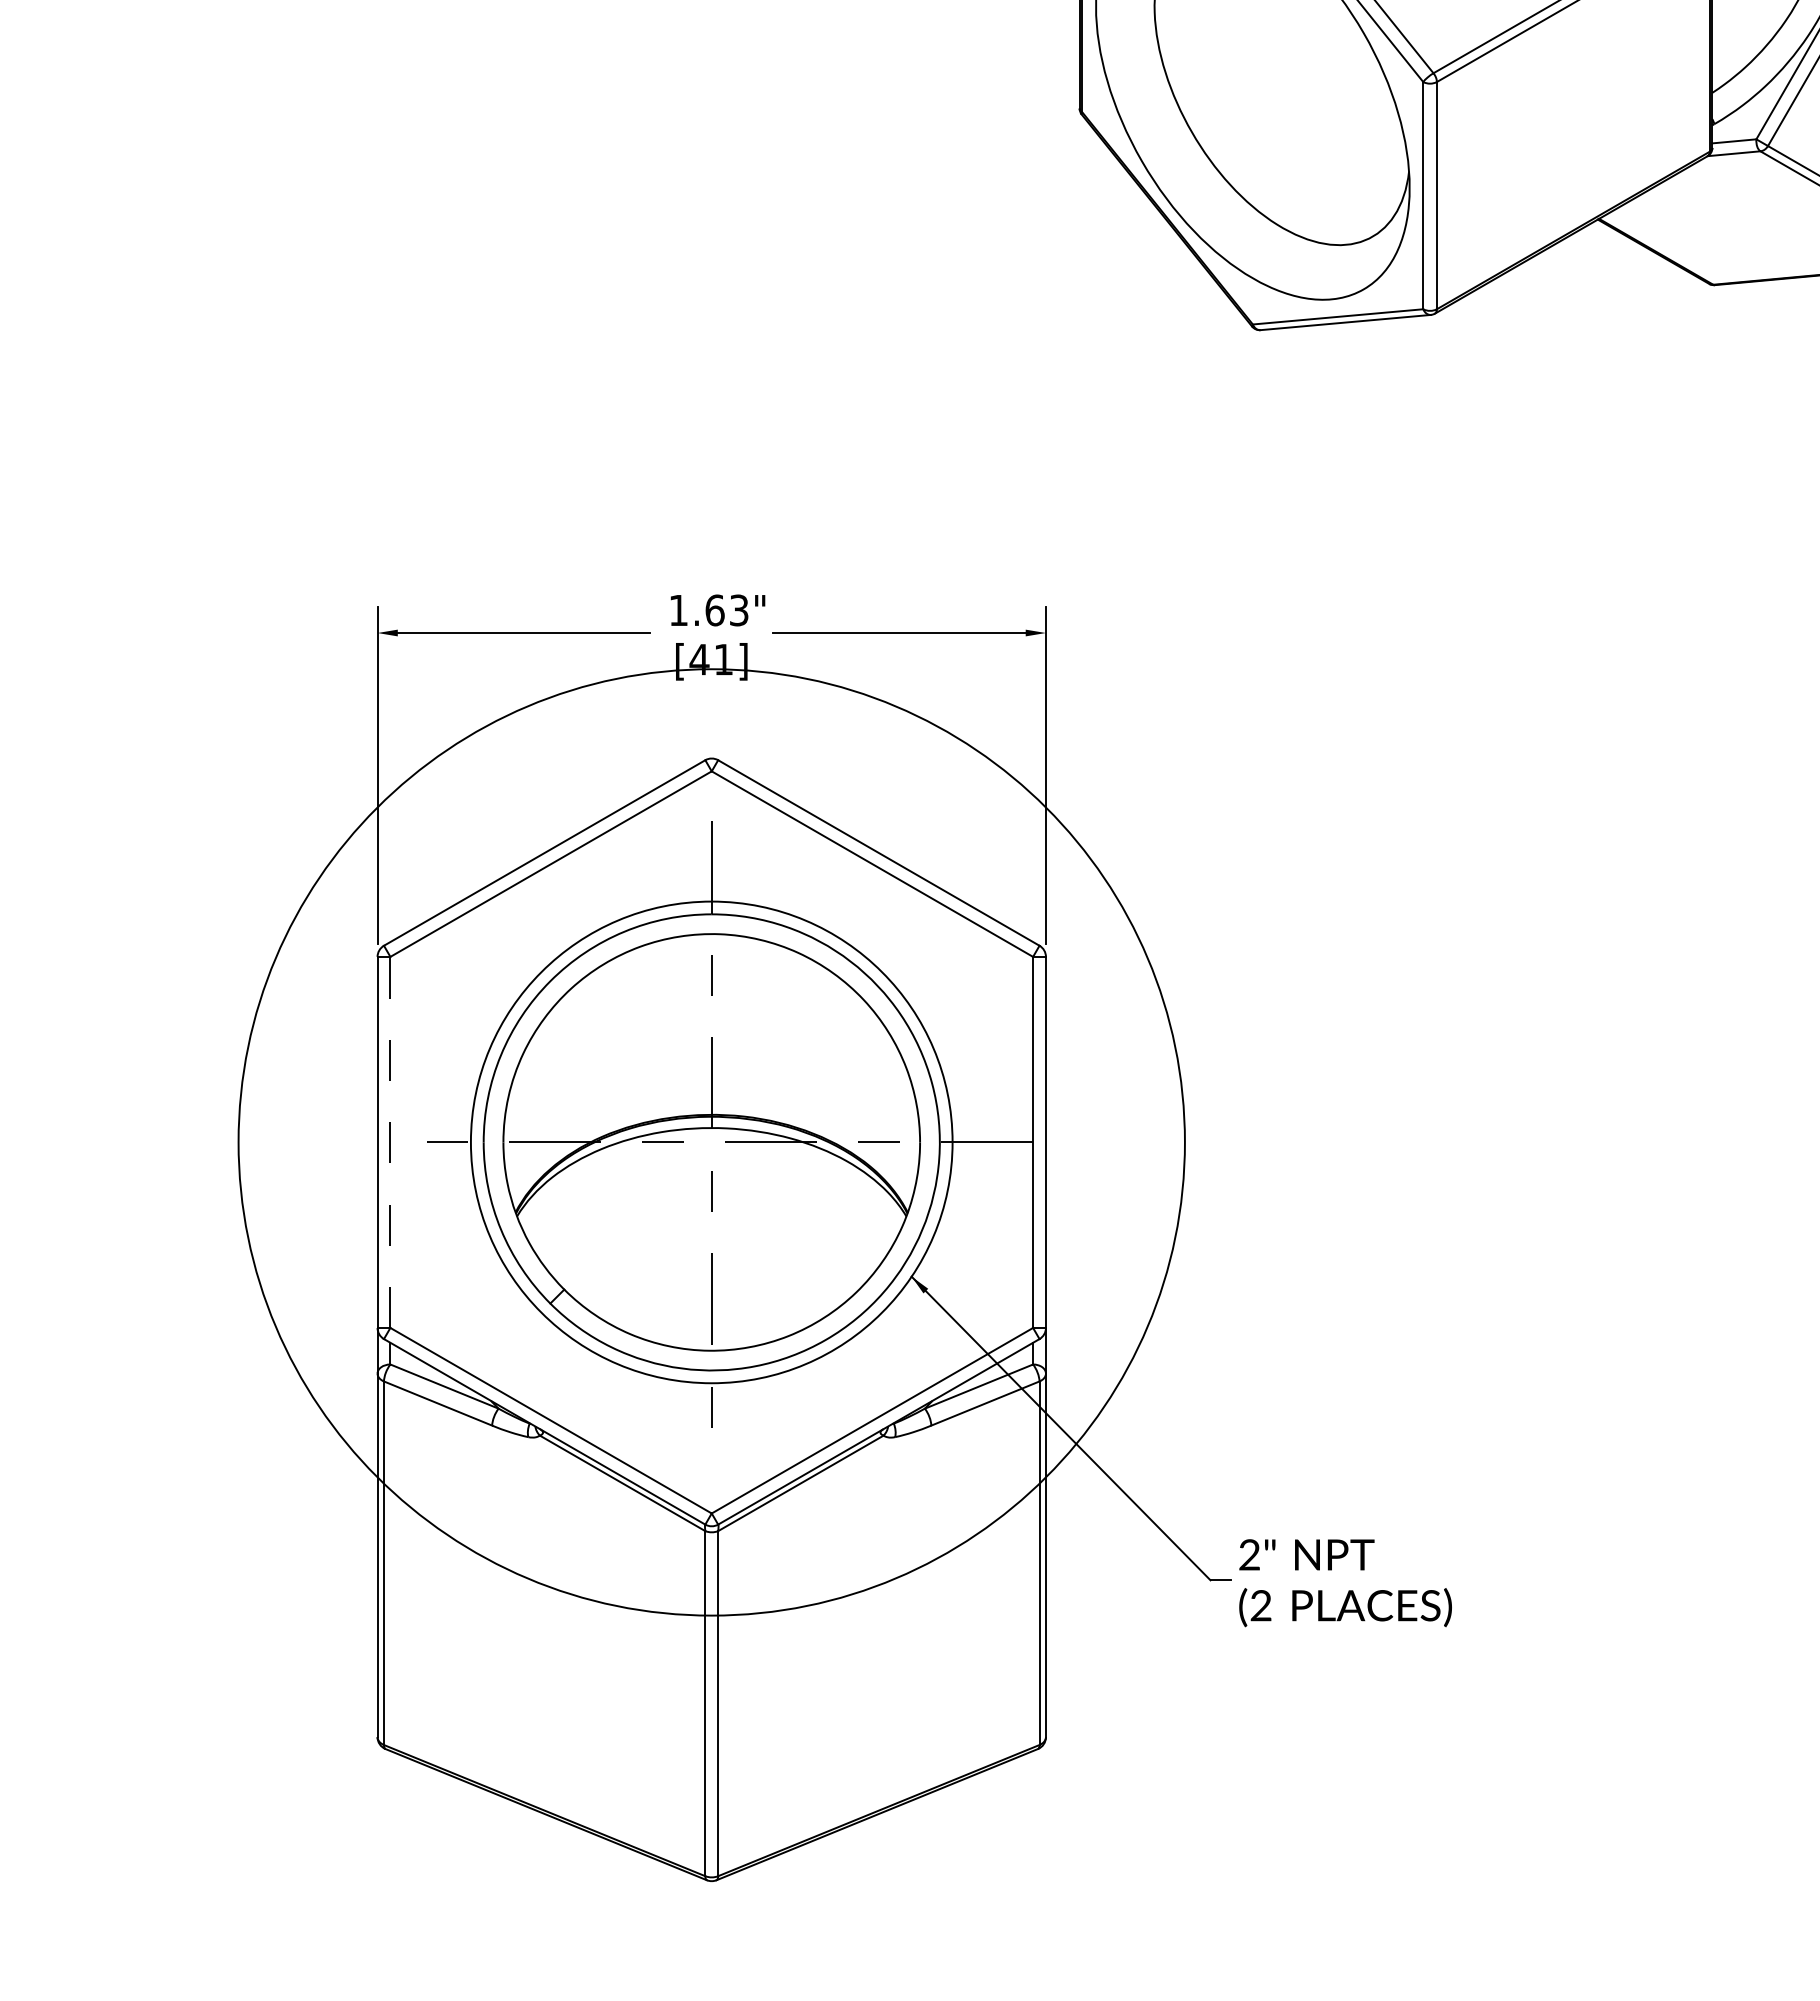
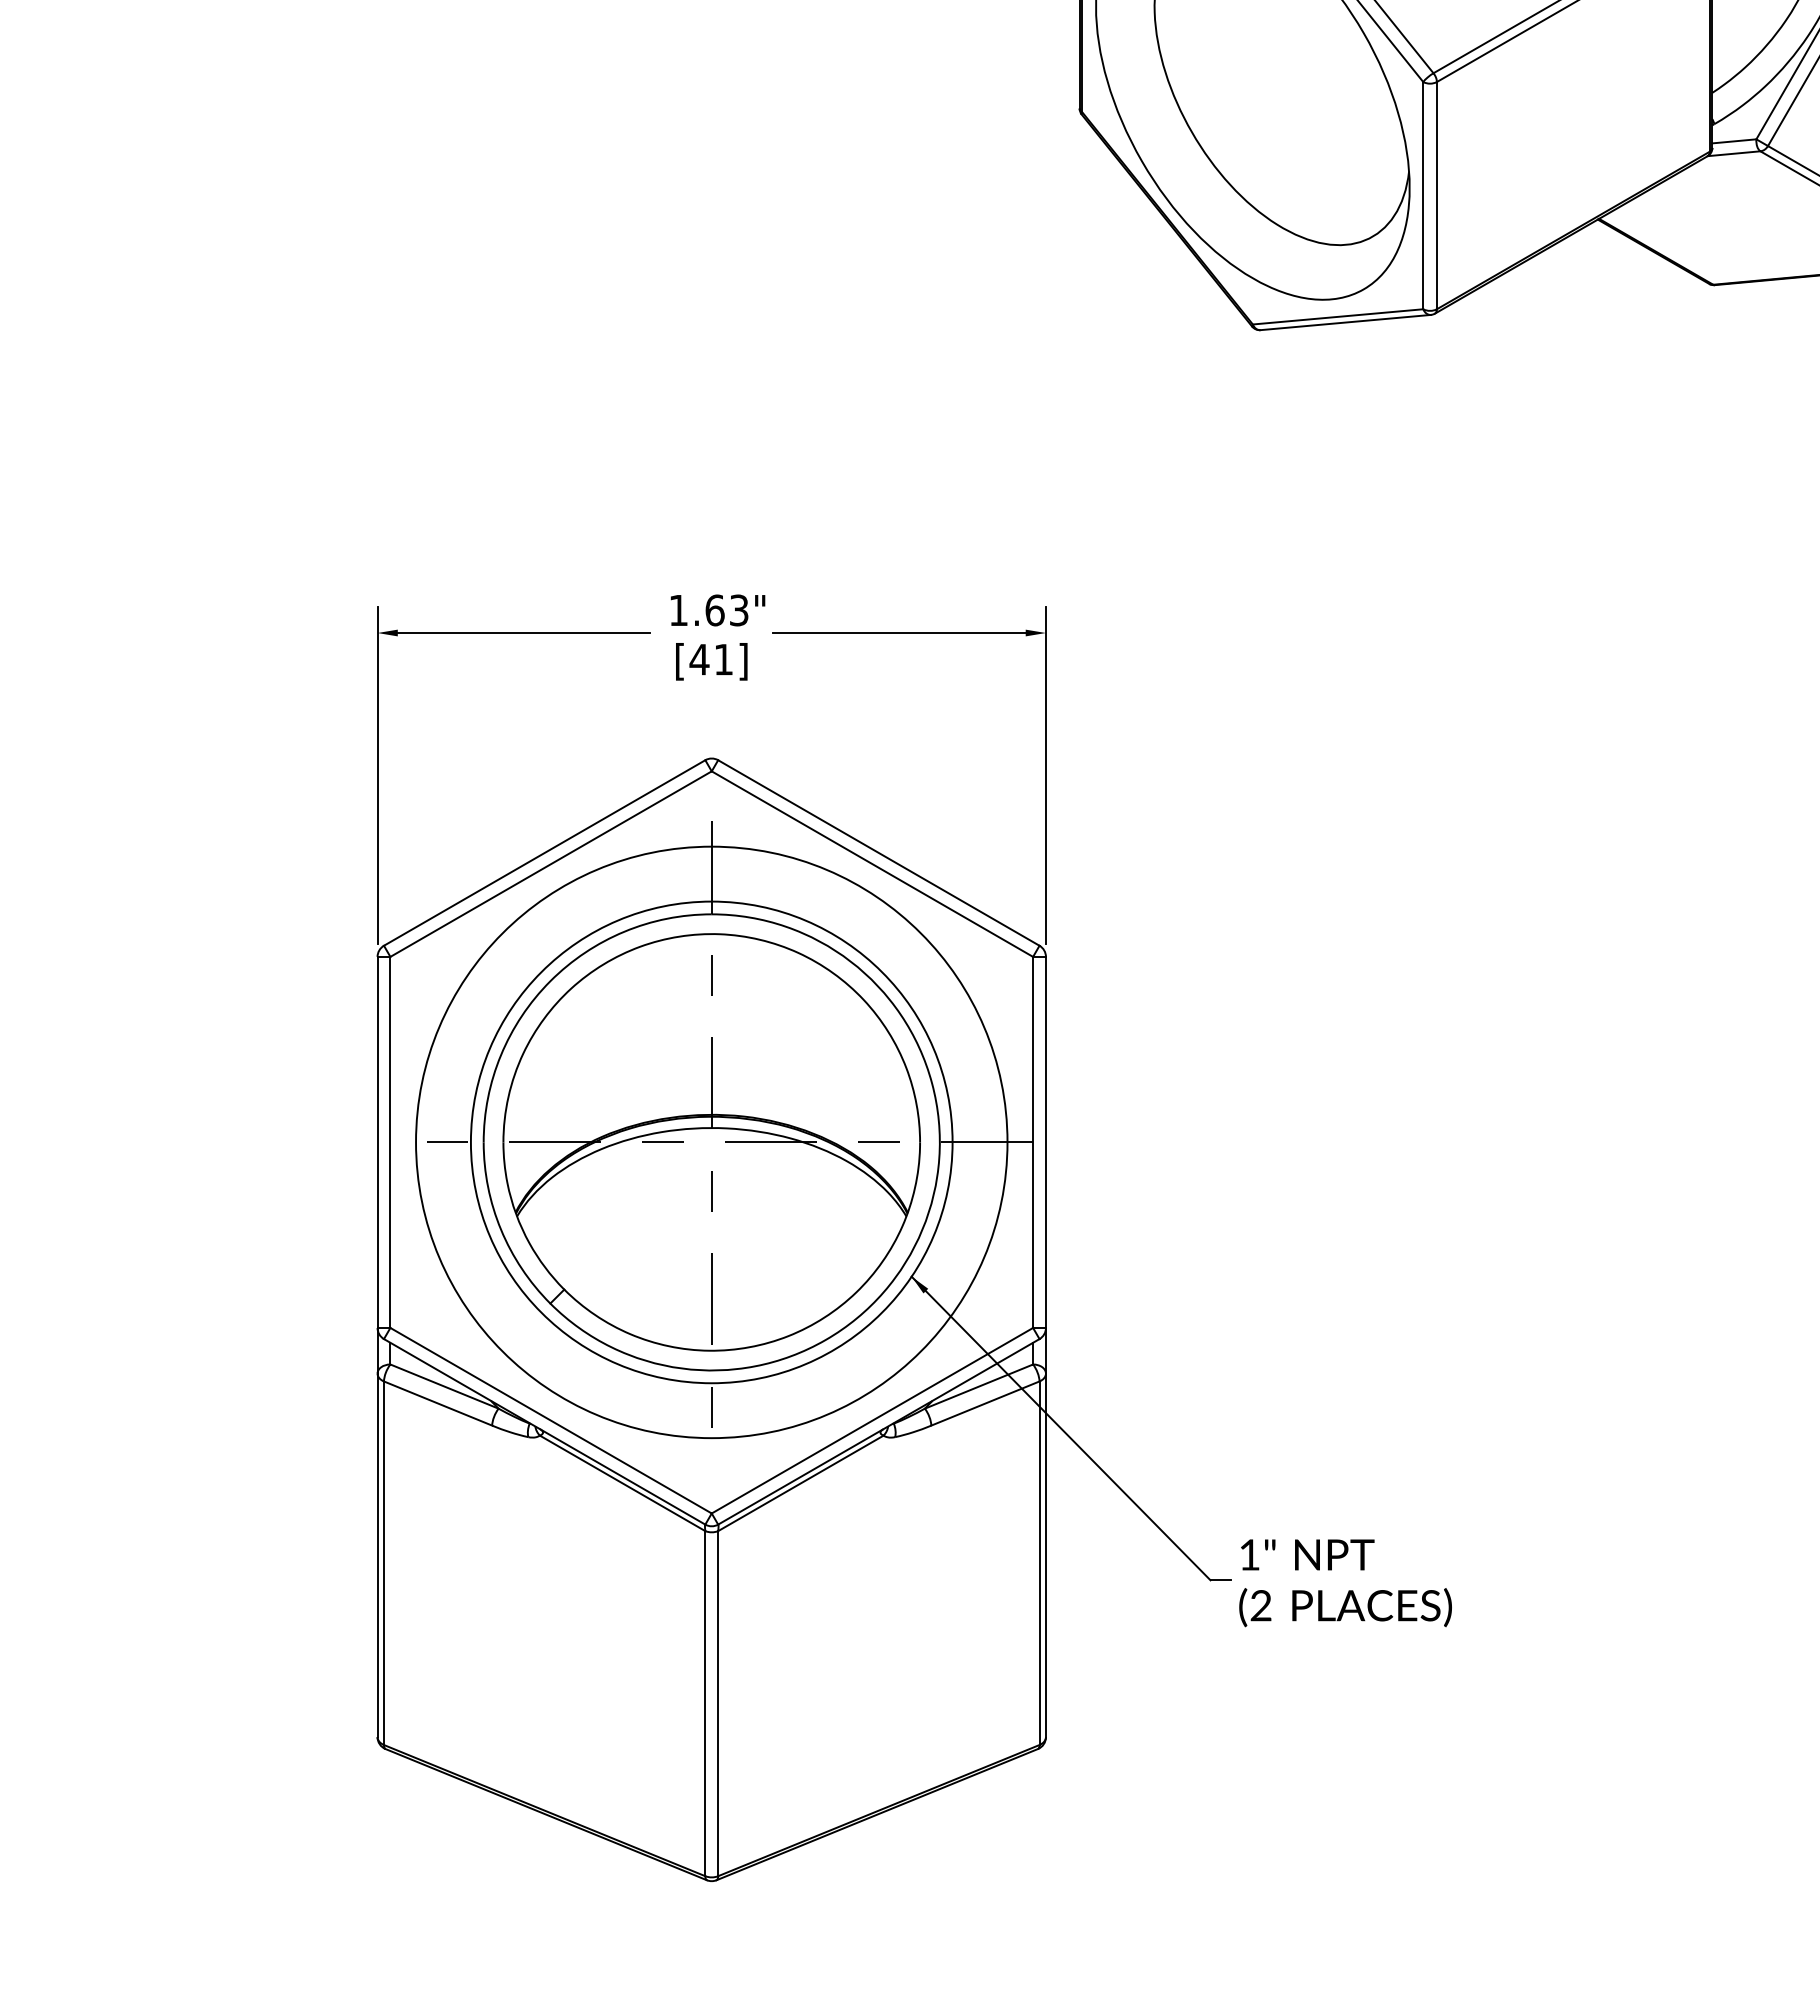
line at (390, 1142): dashed -> solid
circle at (711, 1142) diameter: 946 px -> 591 px
text at (1249, 1554): 2" -> 1"
